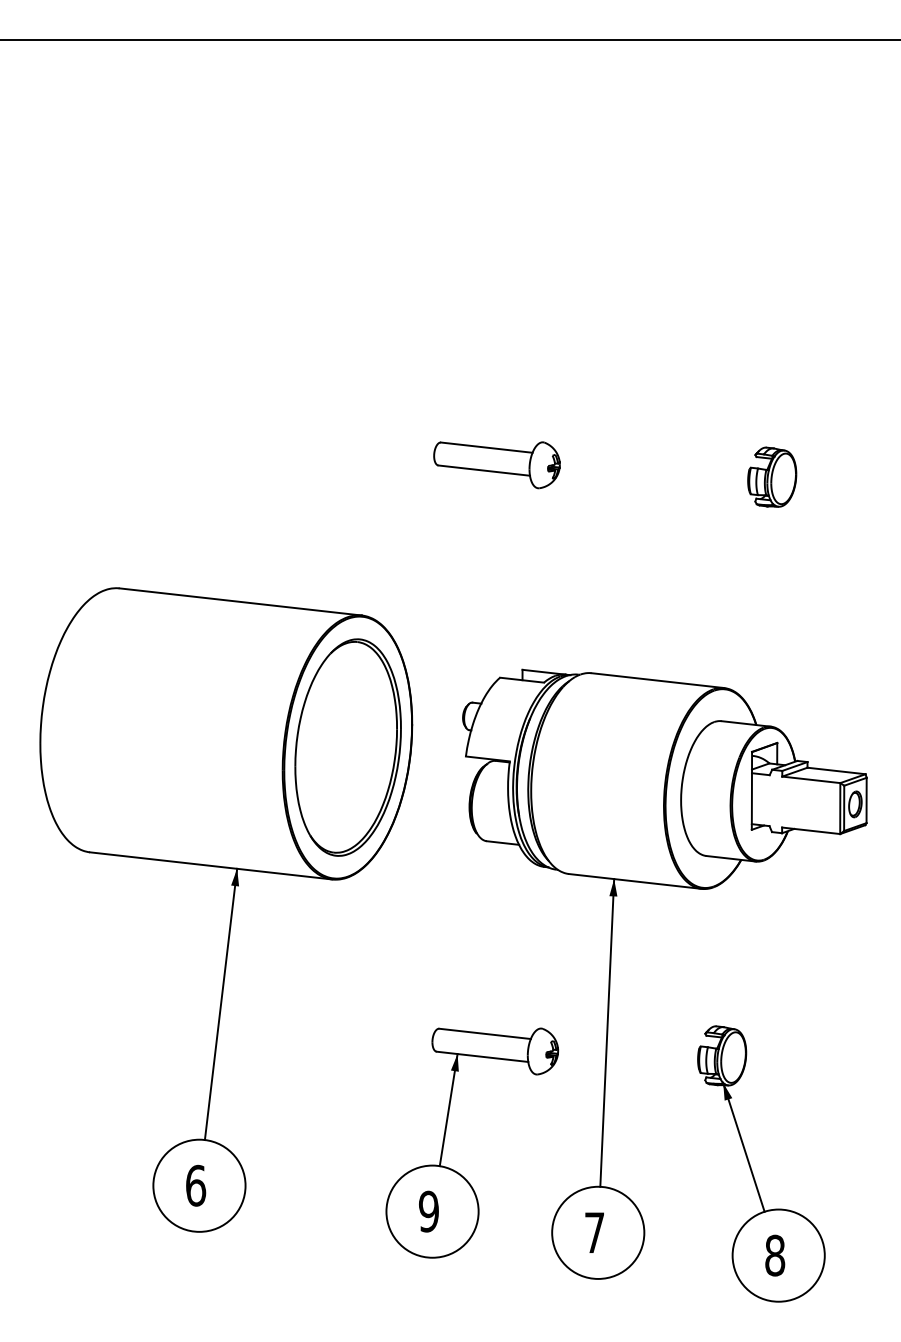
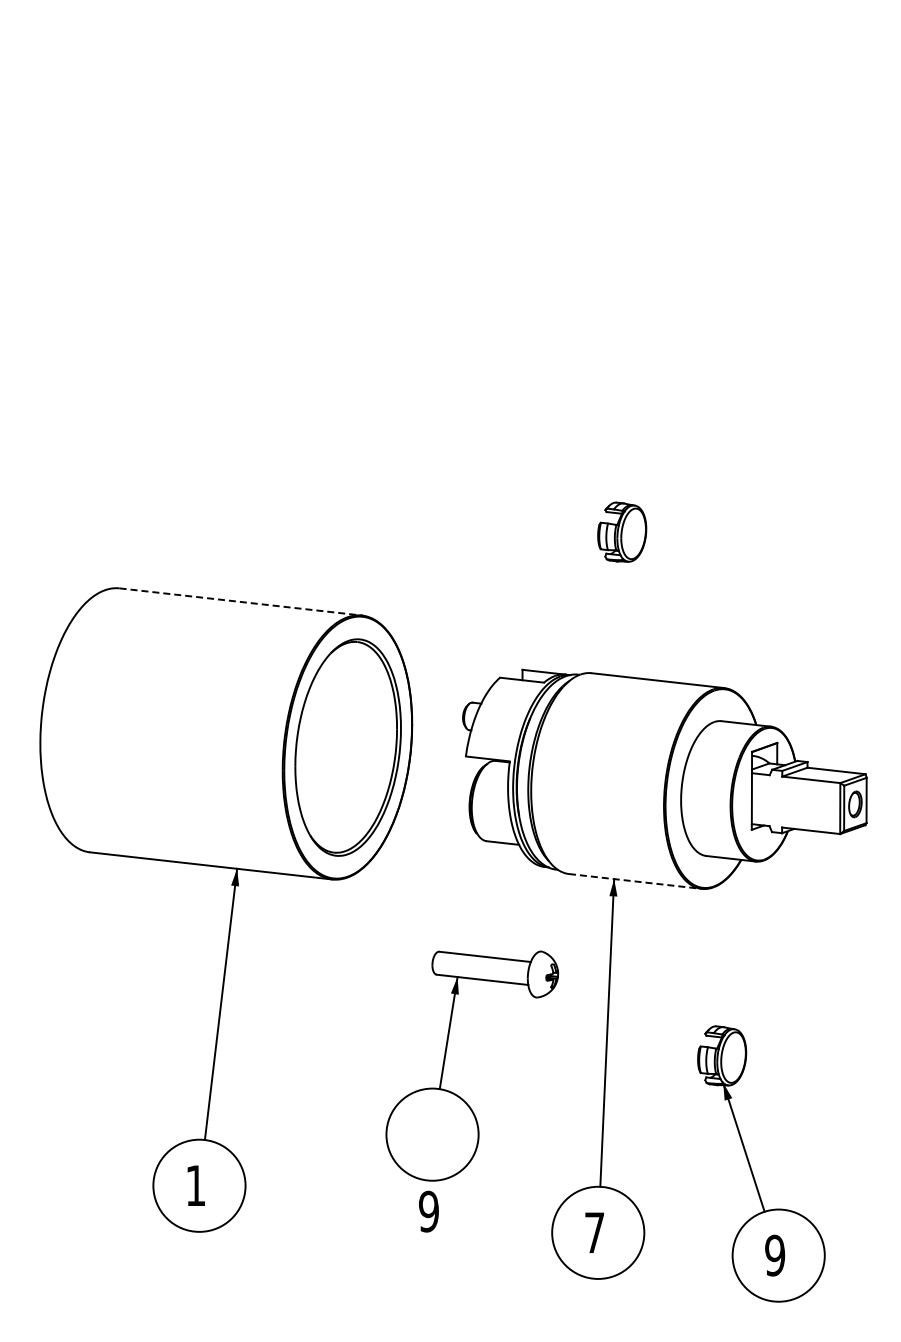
line at (449, 40): present -> none
part at (496, 465): present -> none
part at (772, 476) position: (772, 476) -> (622, 531)
line at (240, 601): solid -> dashed
line at (635, 881): solid -> dashed
part at (445, 1138) position: (445, 1138) -> (445, 1061)
text at (196, 1185): 6 -> 1
text at (775, 1255): 8 -> 9
